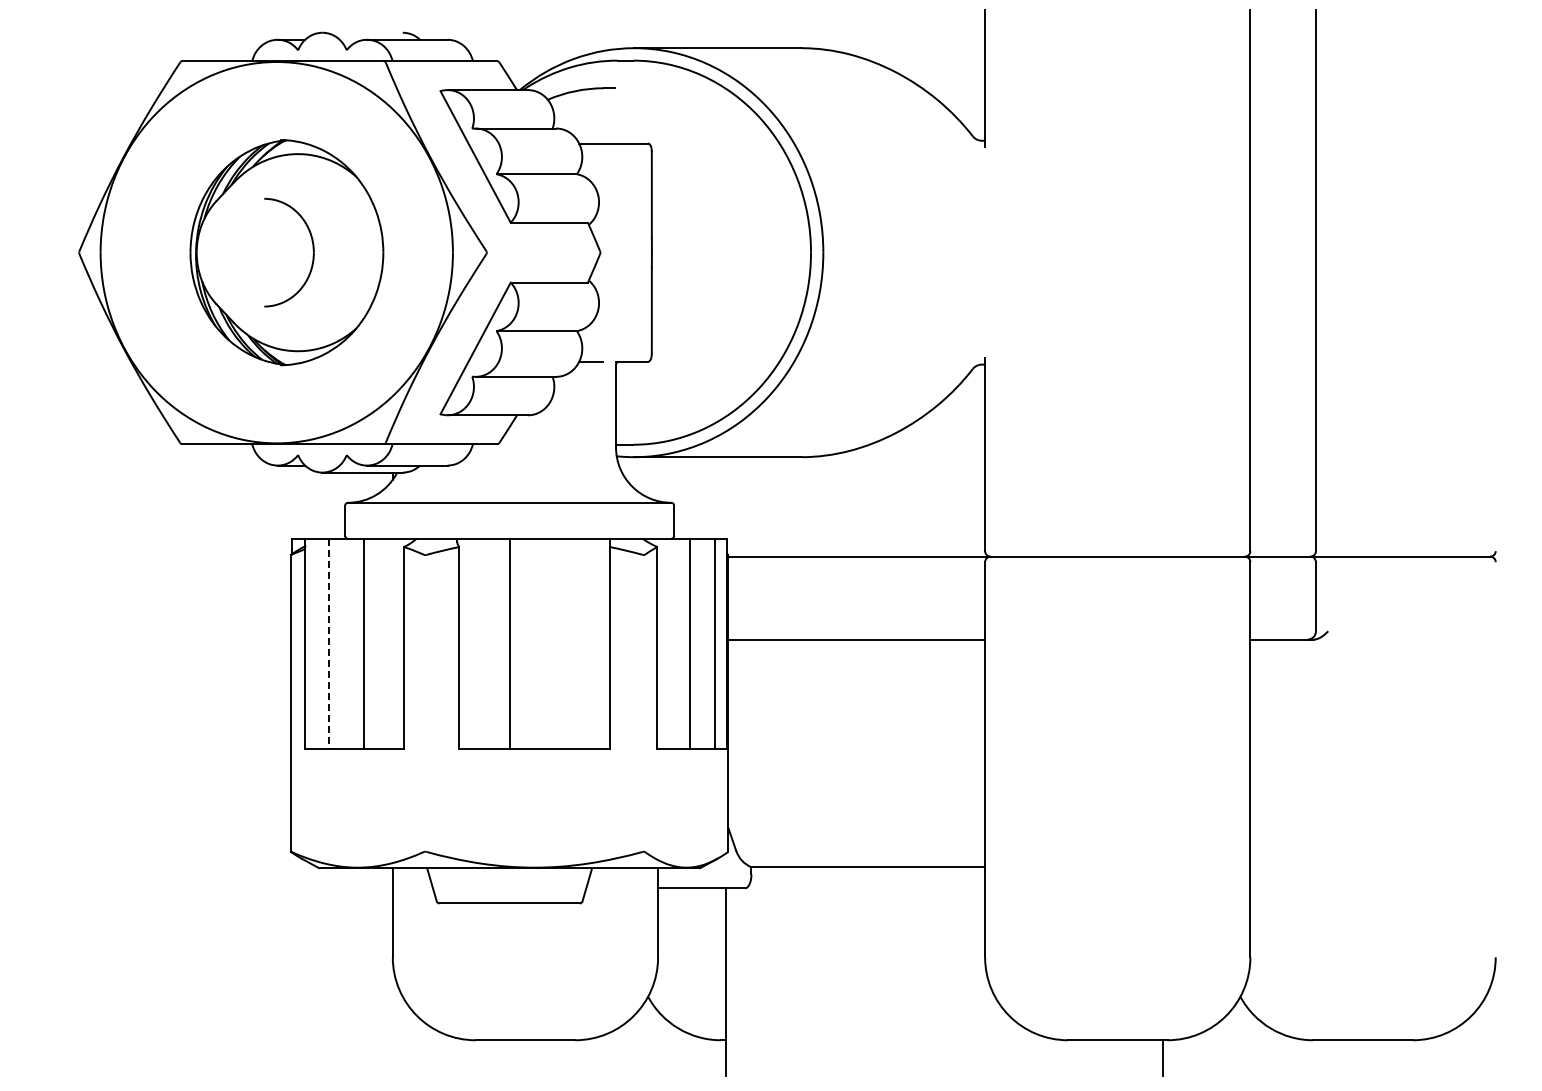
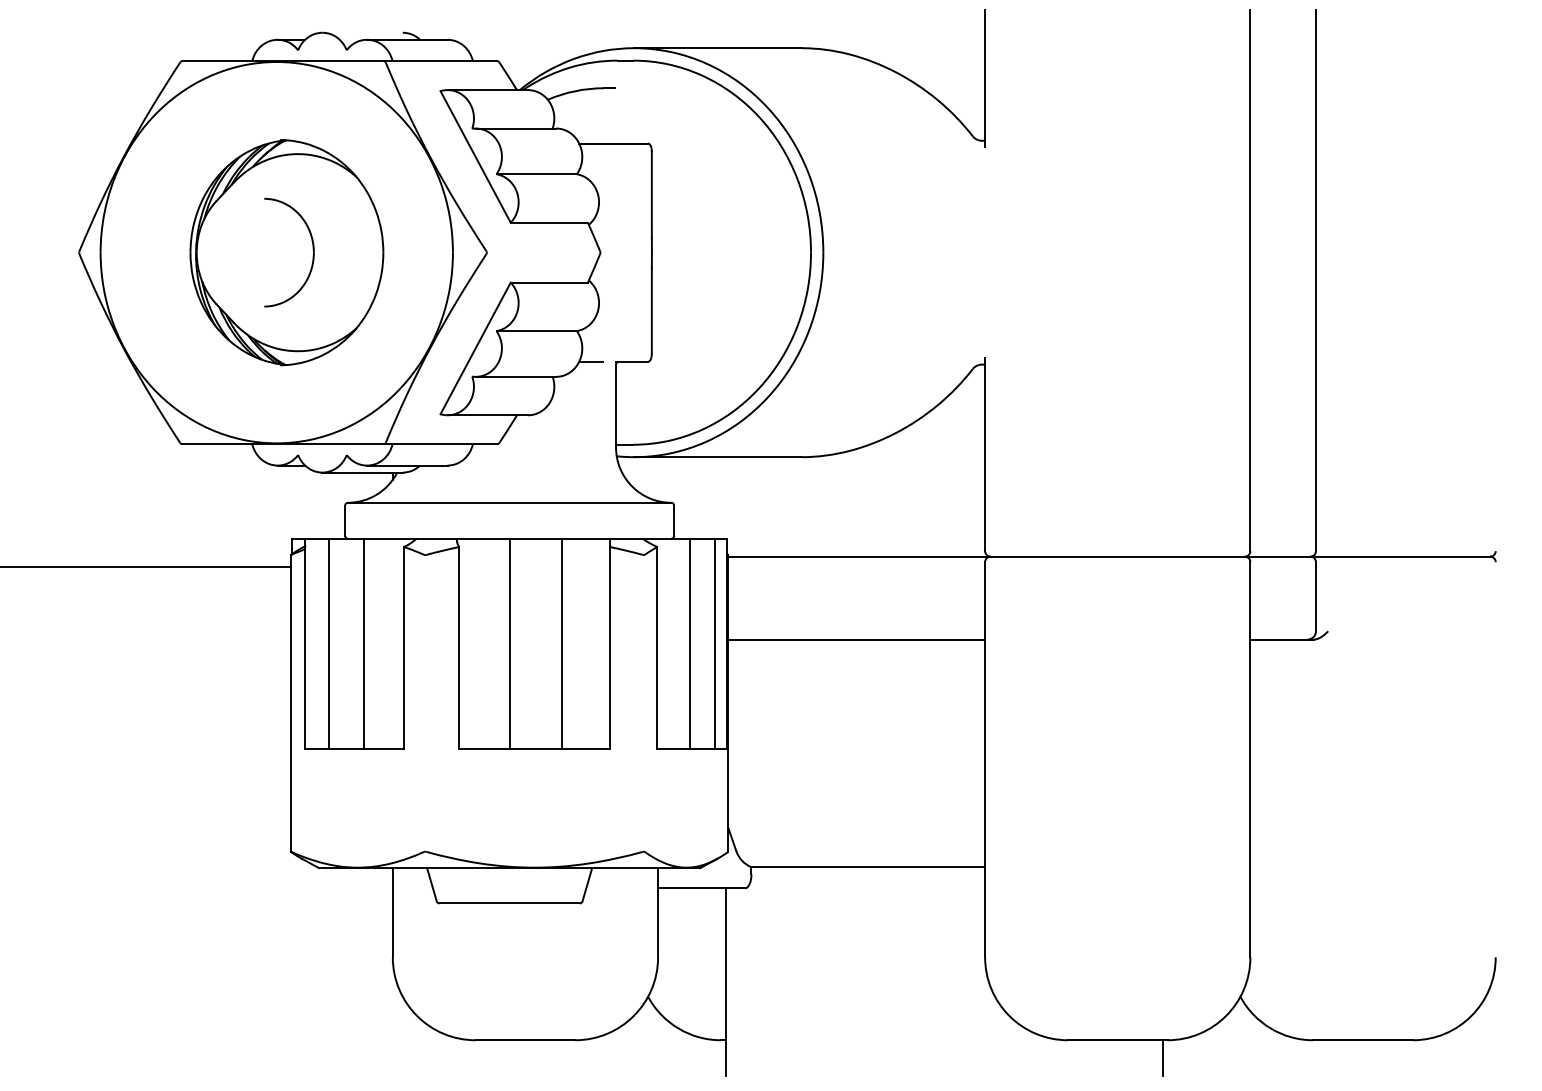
line at (146, 567): none -> present
line at (562, 643): none -> present
line at (329, 644): dashed -> solid
